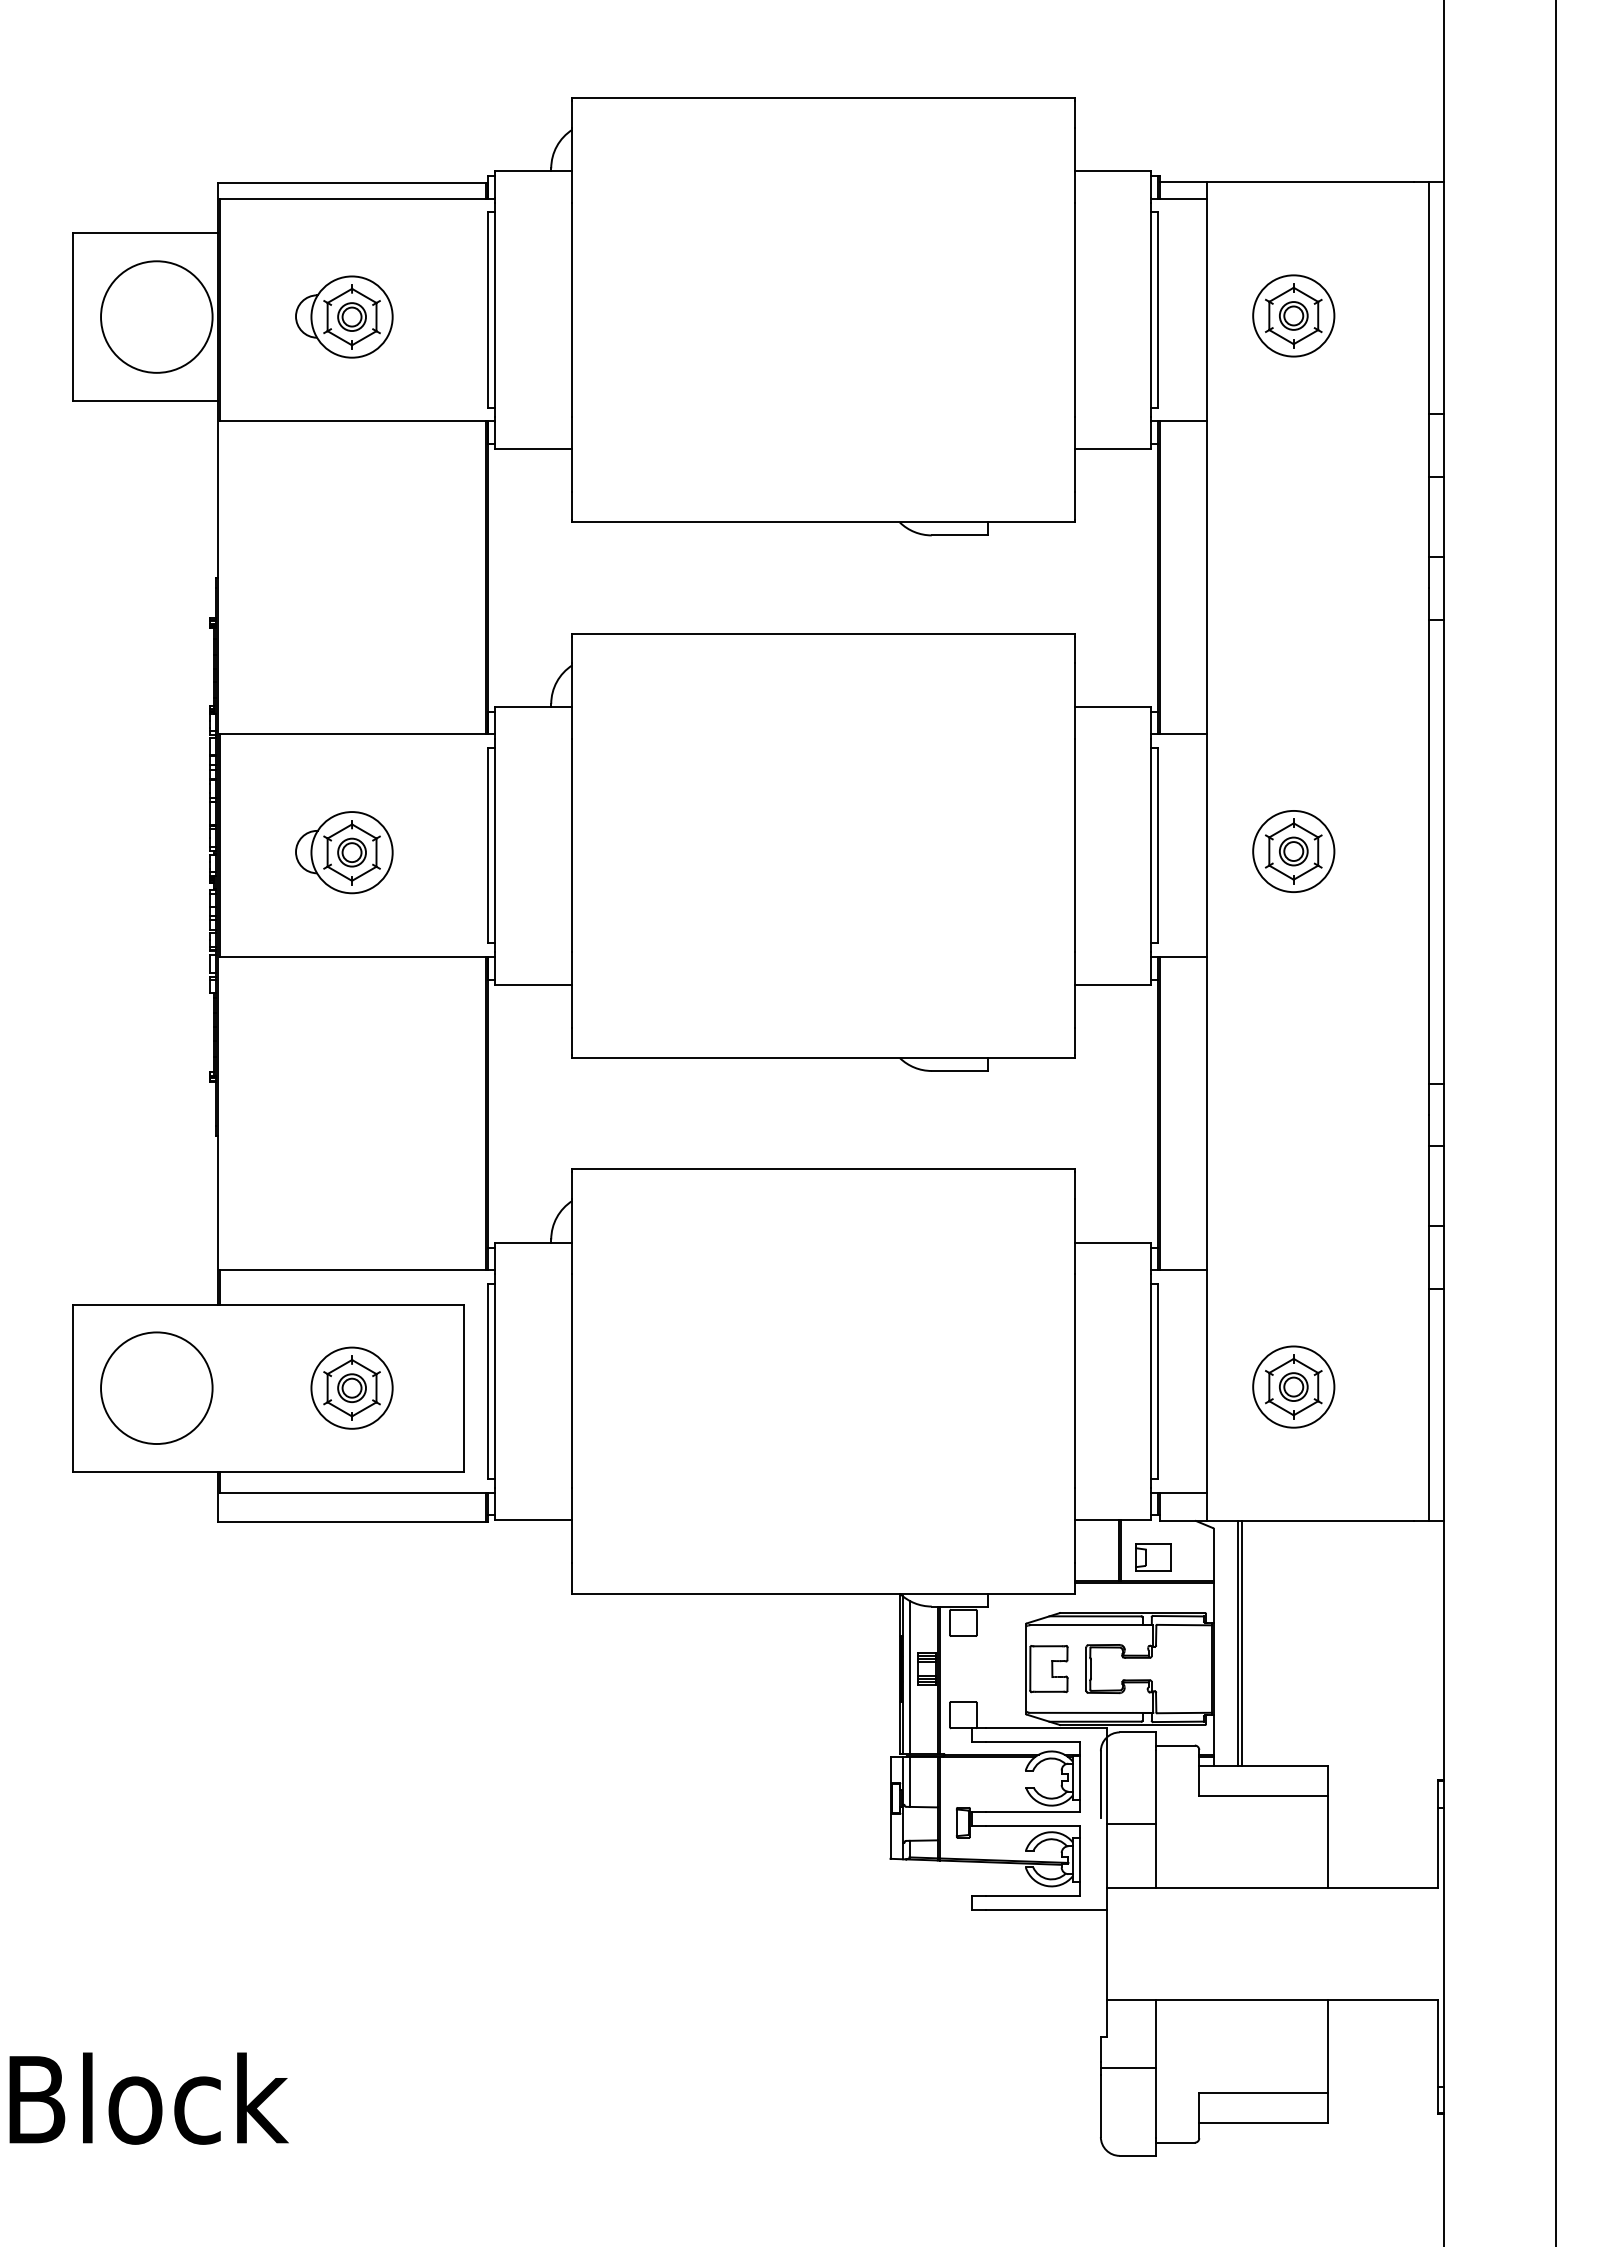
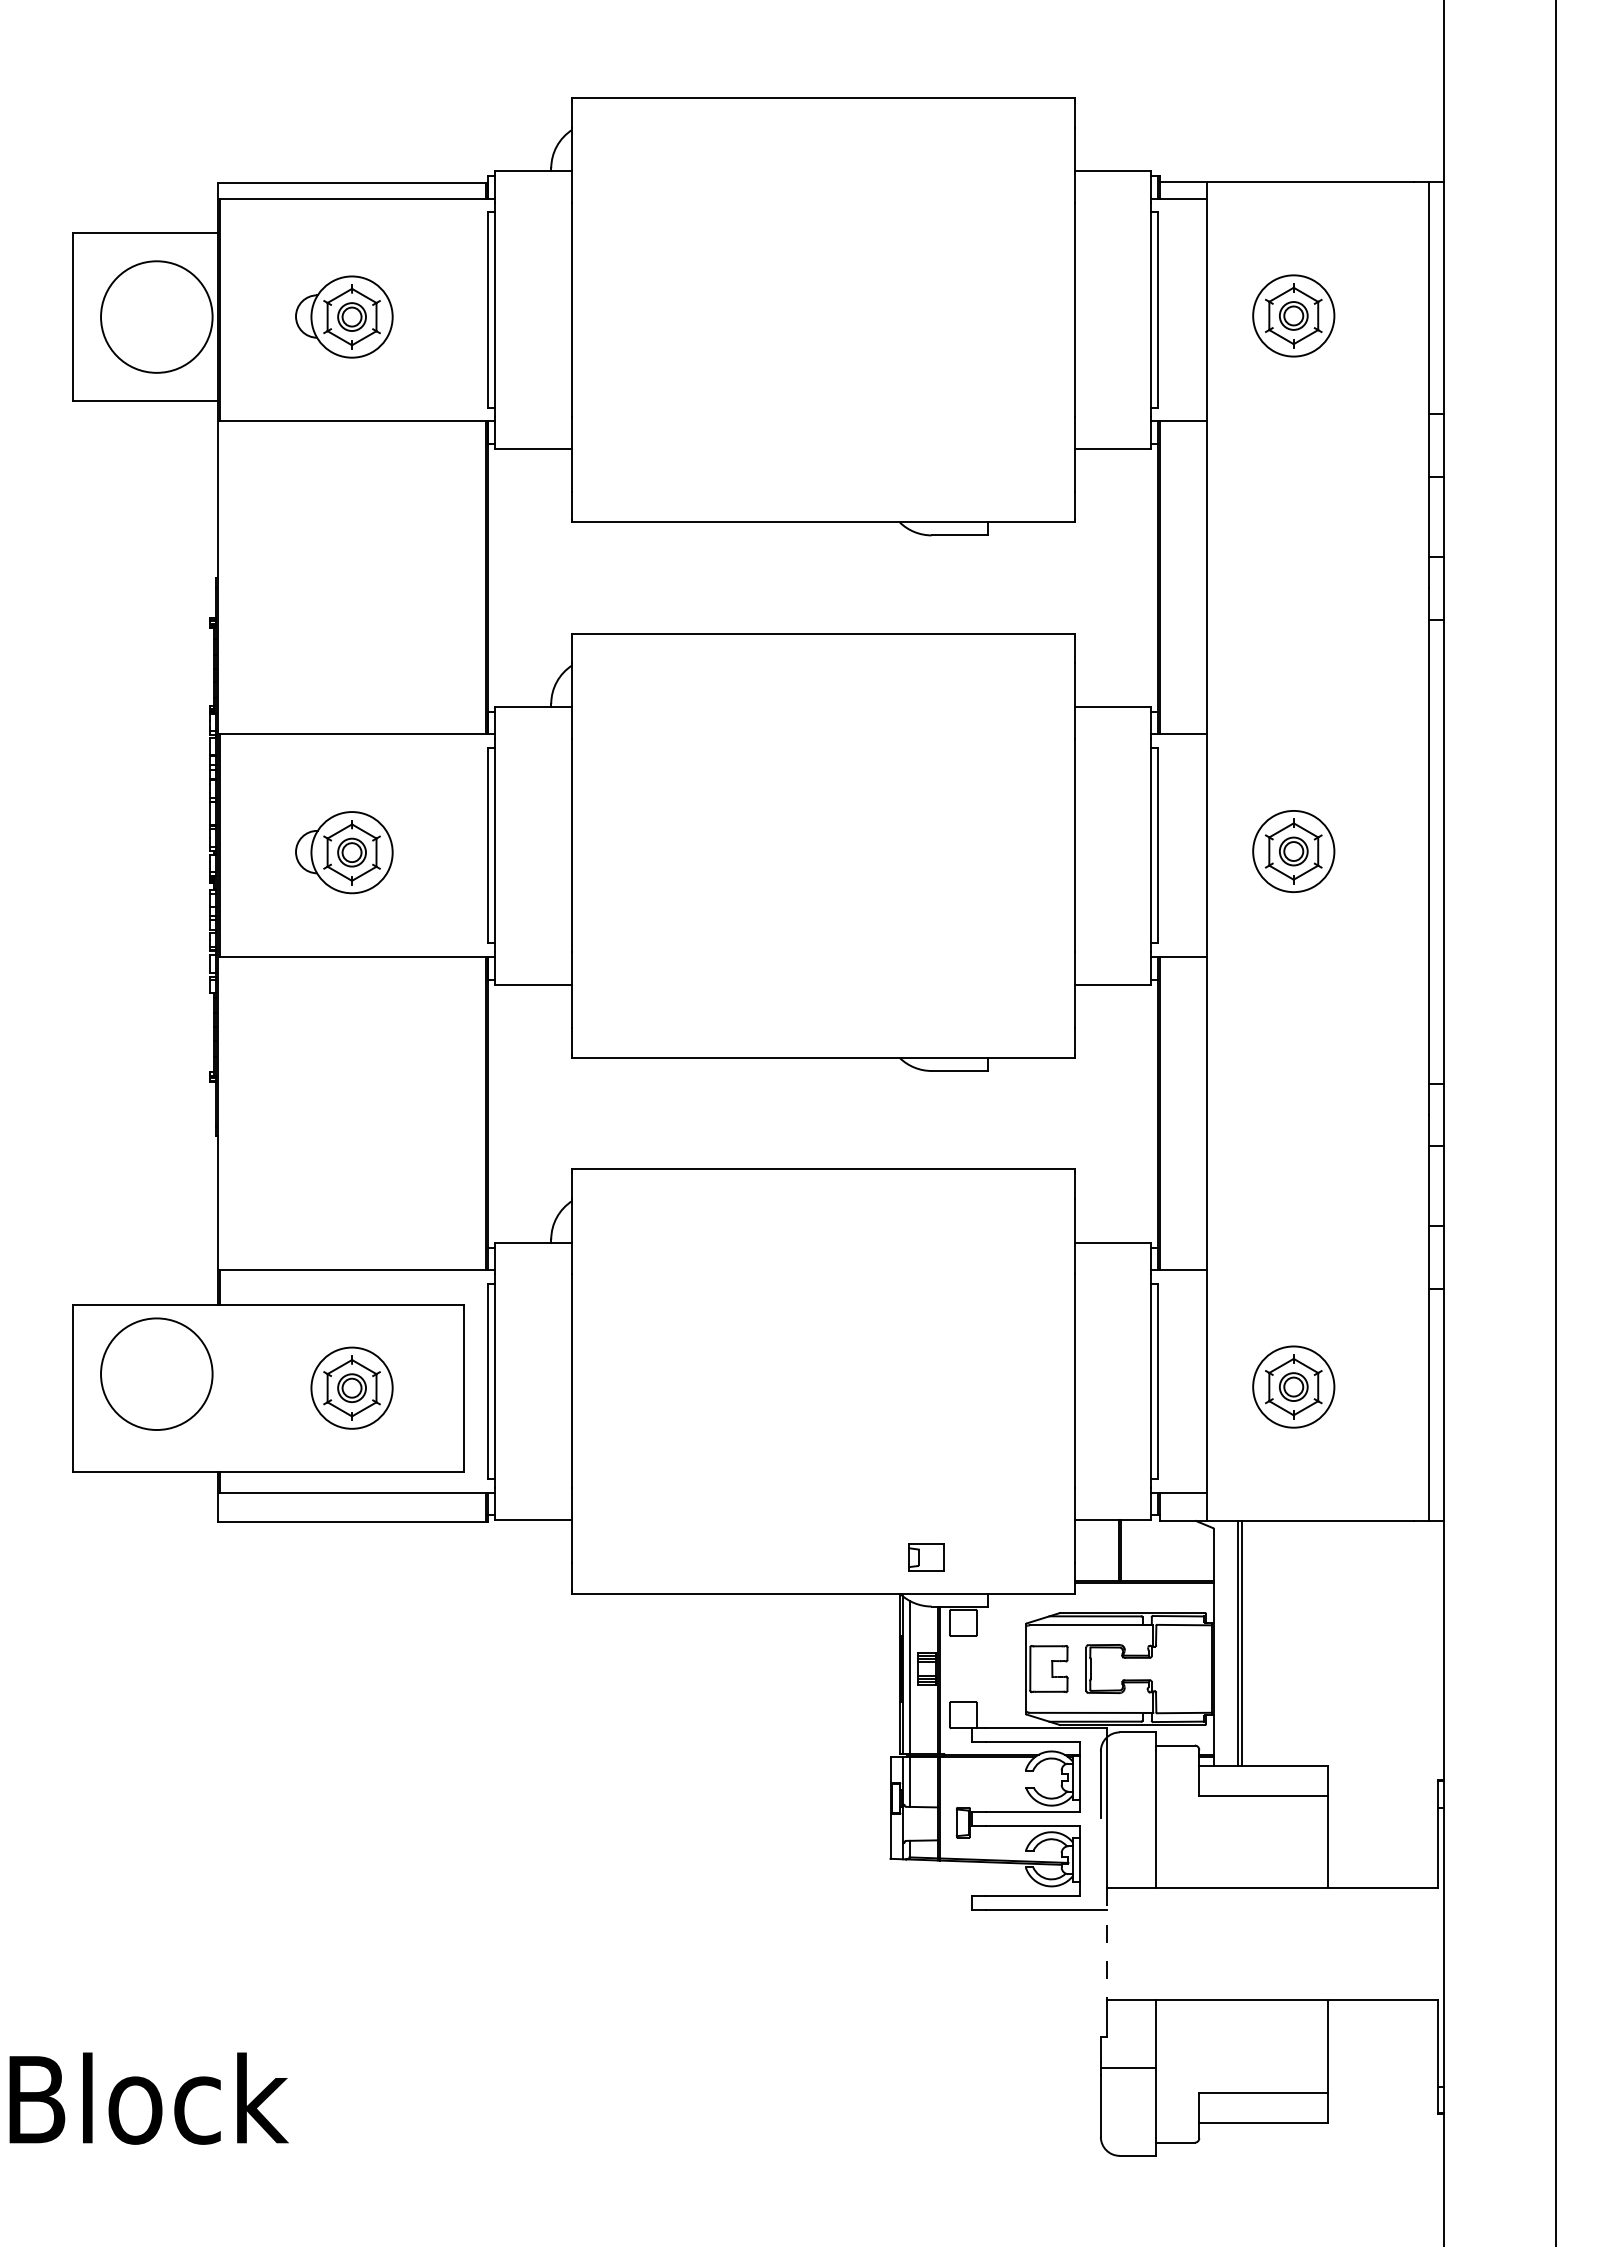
circle at (156, 1387) position: (156, 1387) -> (156, 1373)
part at (1153, 1557) position: (1153, 1557) -> (926, 1557)
line at (1131, 1824): present -> none
line at (1107, 1944): solid -> dashed
